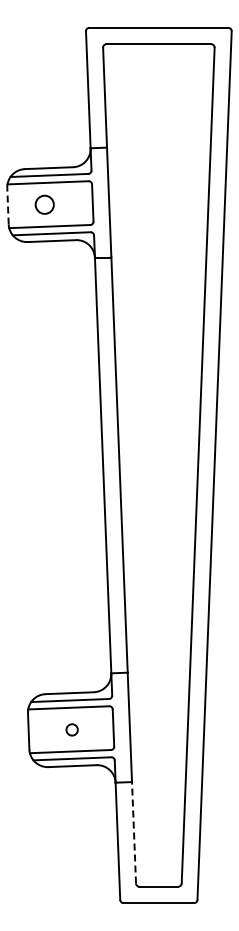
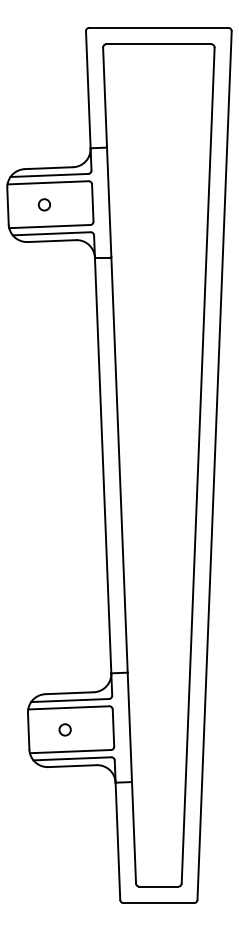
circle at (44, 204) size: 21x21 px -> 14x14 px
line at (7, 205): dashed -> solid
circle at (71, 729) position: (71, 729) -> (64, 729)
line at (134, 832): dashed -> solid
